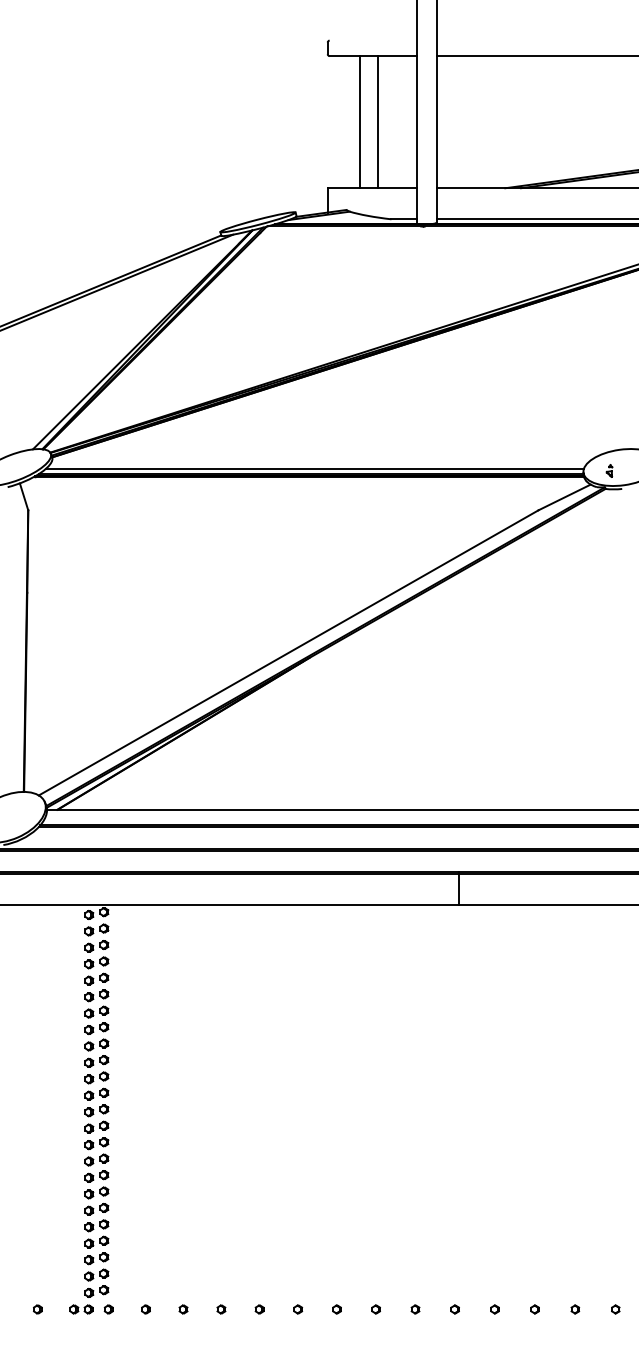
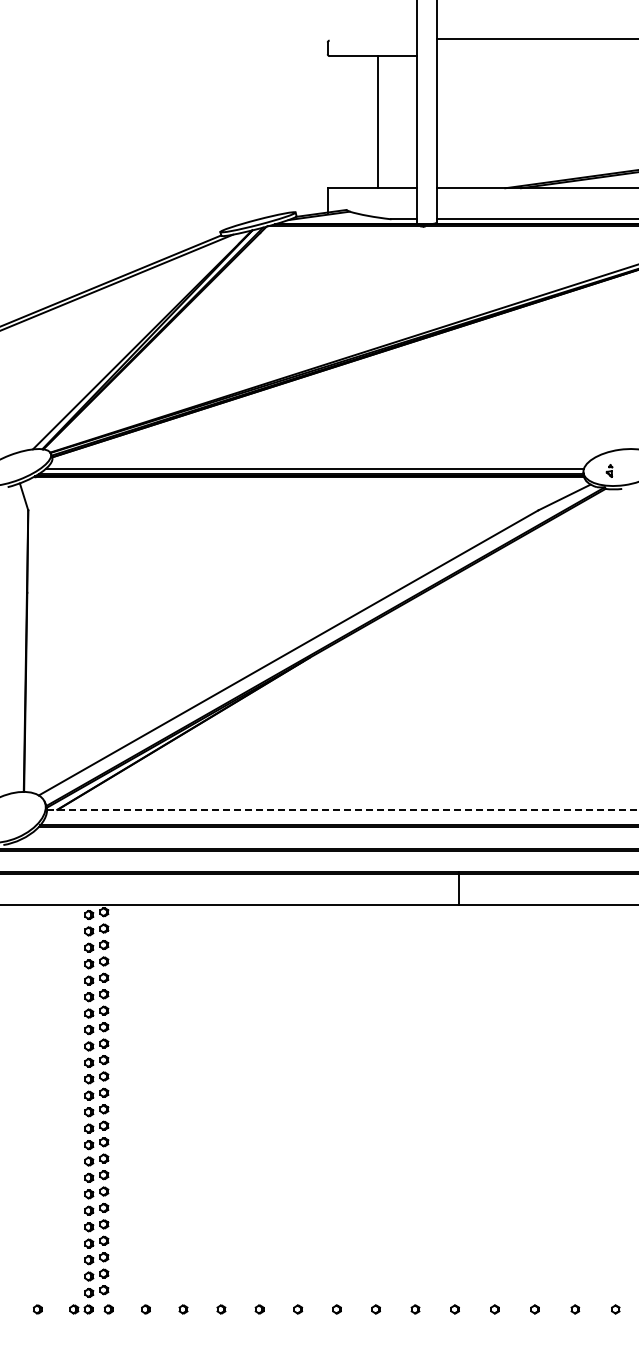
line at (535, 56) position: (535, 56) -> (535, 39)
line at (360, 122): present -> none
line at (342, 809): solid -> dashed
